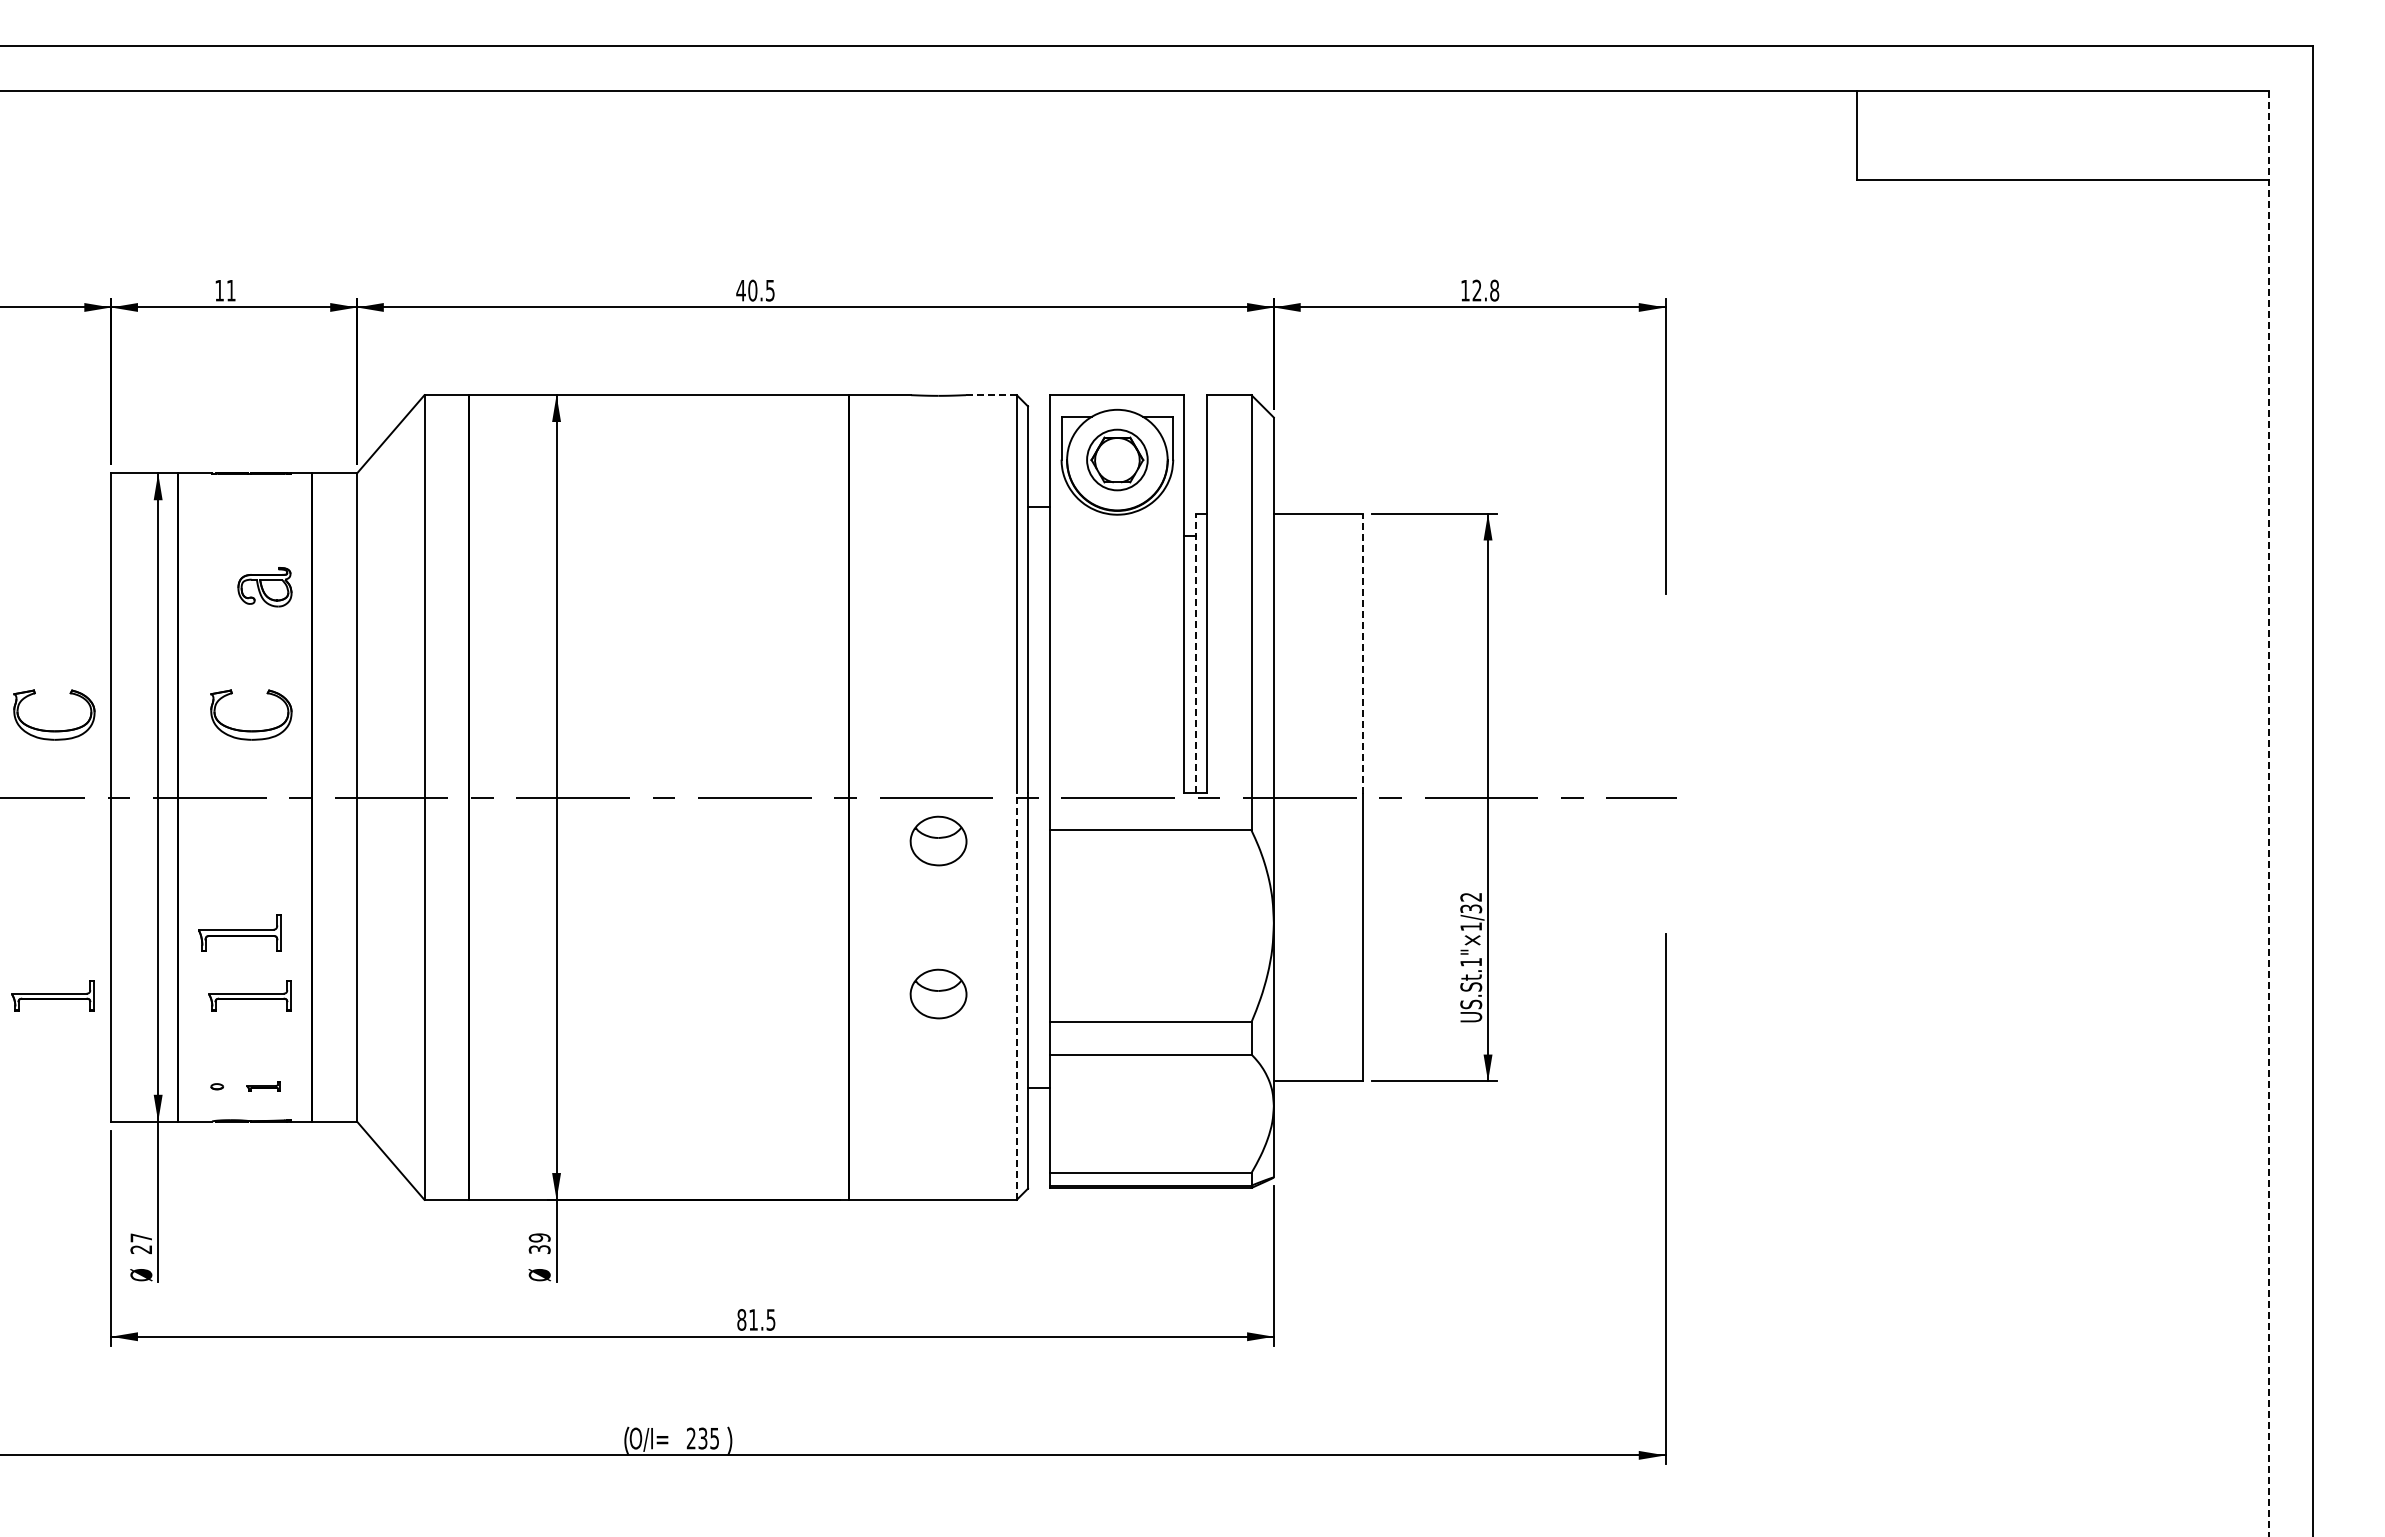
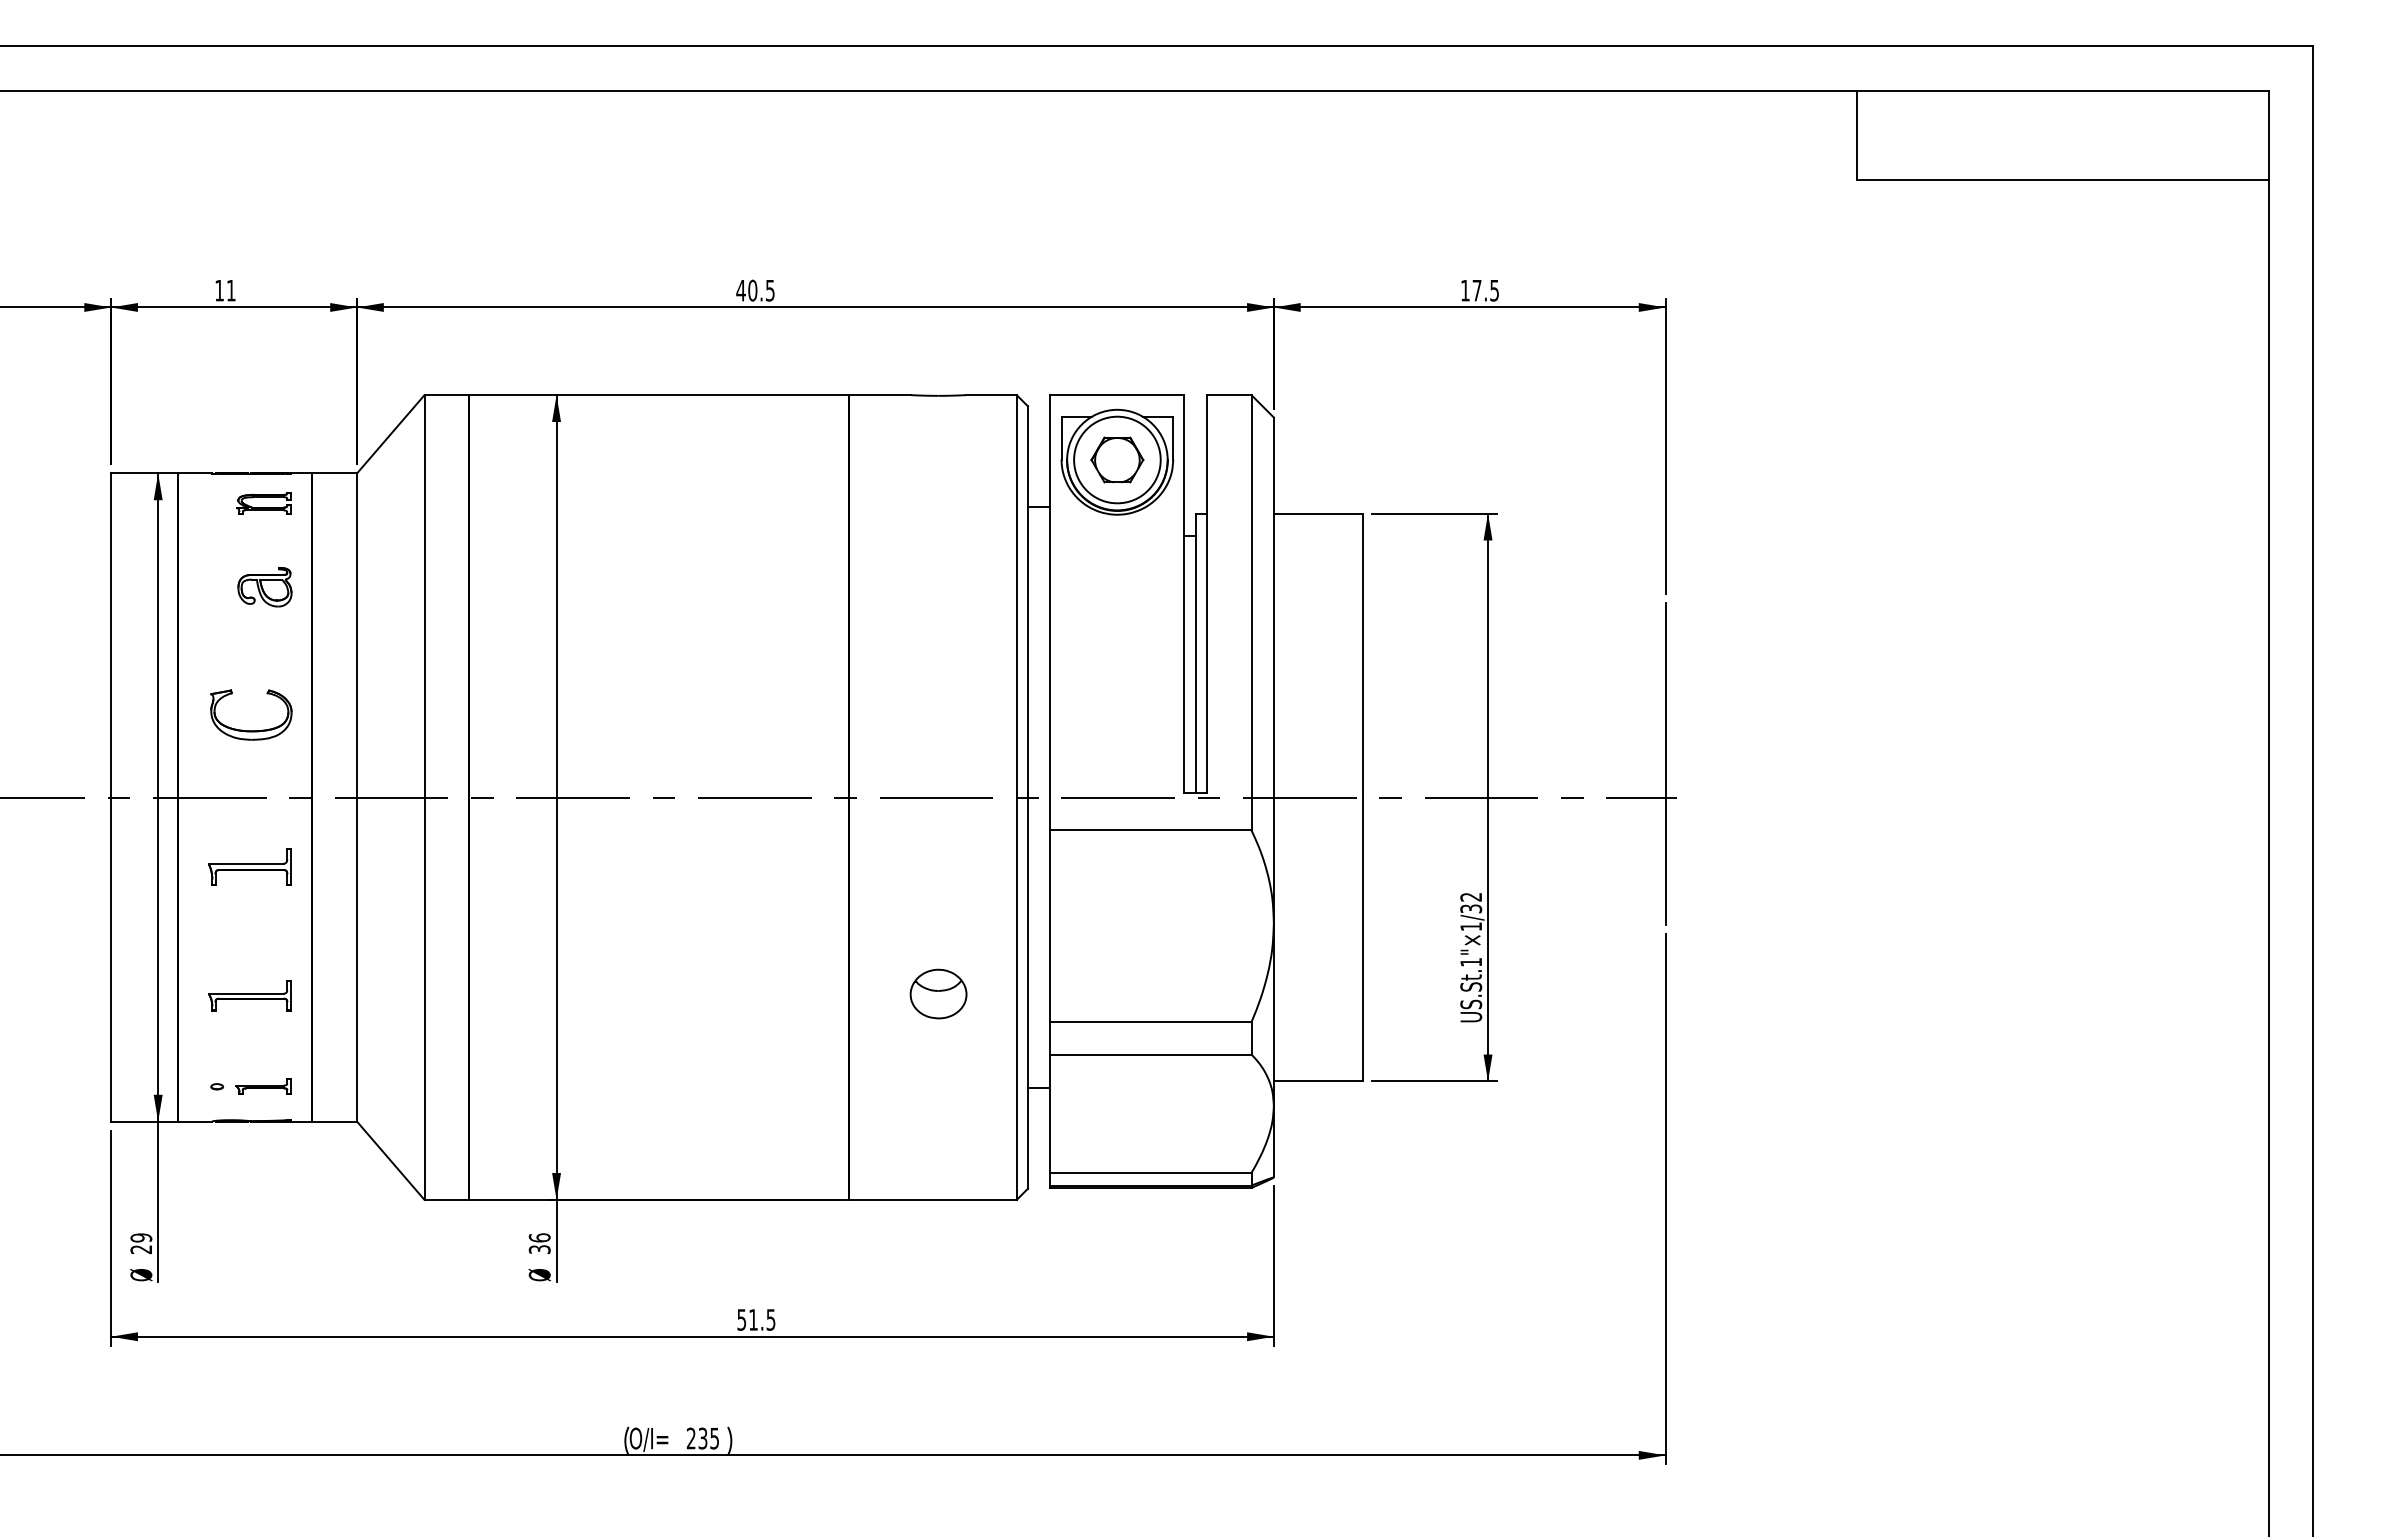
text at (1485, 290): 12.8 -> 17.5
line at (990, 395): dashed -> solid
circle at (1117, 459) diameter: 61 px -> 87 px
part at (263, 503): none -> present
line at (1195, 653): dashed -> solid
line at (1363, 653): dashed -> solid
part at (54, 730): present -> none
line at (1665, 763): none -> present
line at (2268, 813): dashed -> solid
part at (938, 840): present -> none
part at (239, 932) position: (239, 932) -> (249, 866)
part at (52, 995): present -> none
line at (1016, 996): dashed -> solid
part at (263, 1086) size: 35x11 px -> 57x17 px
text at (141, 1237): 27 -> 29
text at (539, 1237): 39 -> 36
text at (741, 1319): 81.5 -> 51.5
